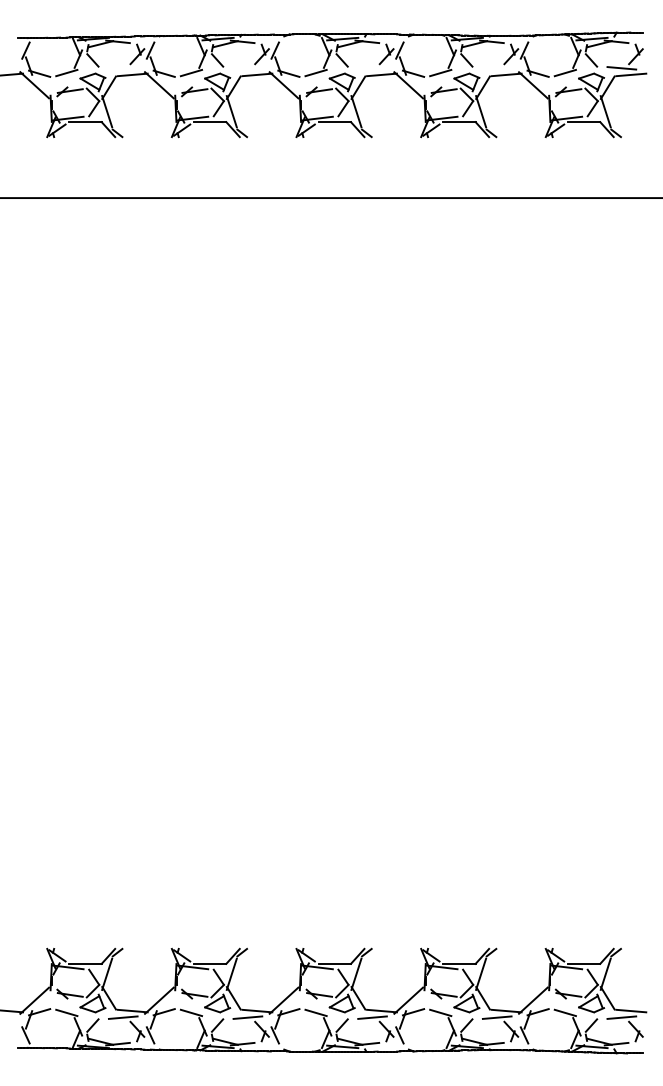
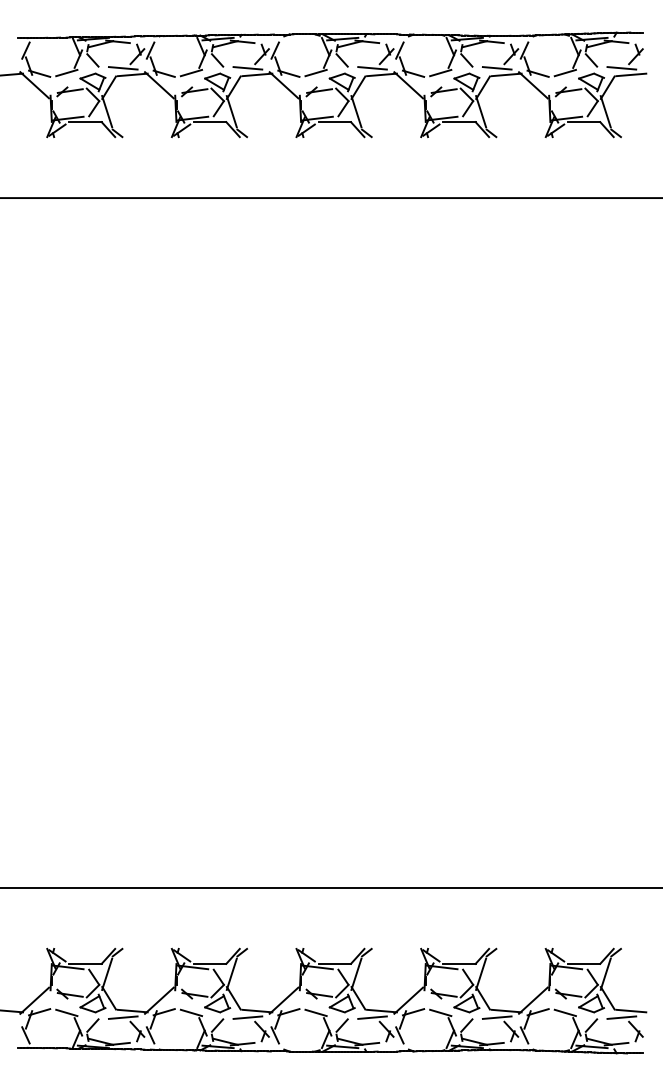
line at (122, 68): none -> present
line at (247, 68): none -> present
line at (372, 68): none -> present
line at (496, 68): none -> present
line at (330, 887): none -> present
